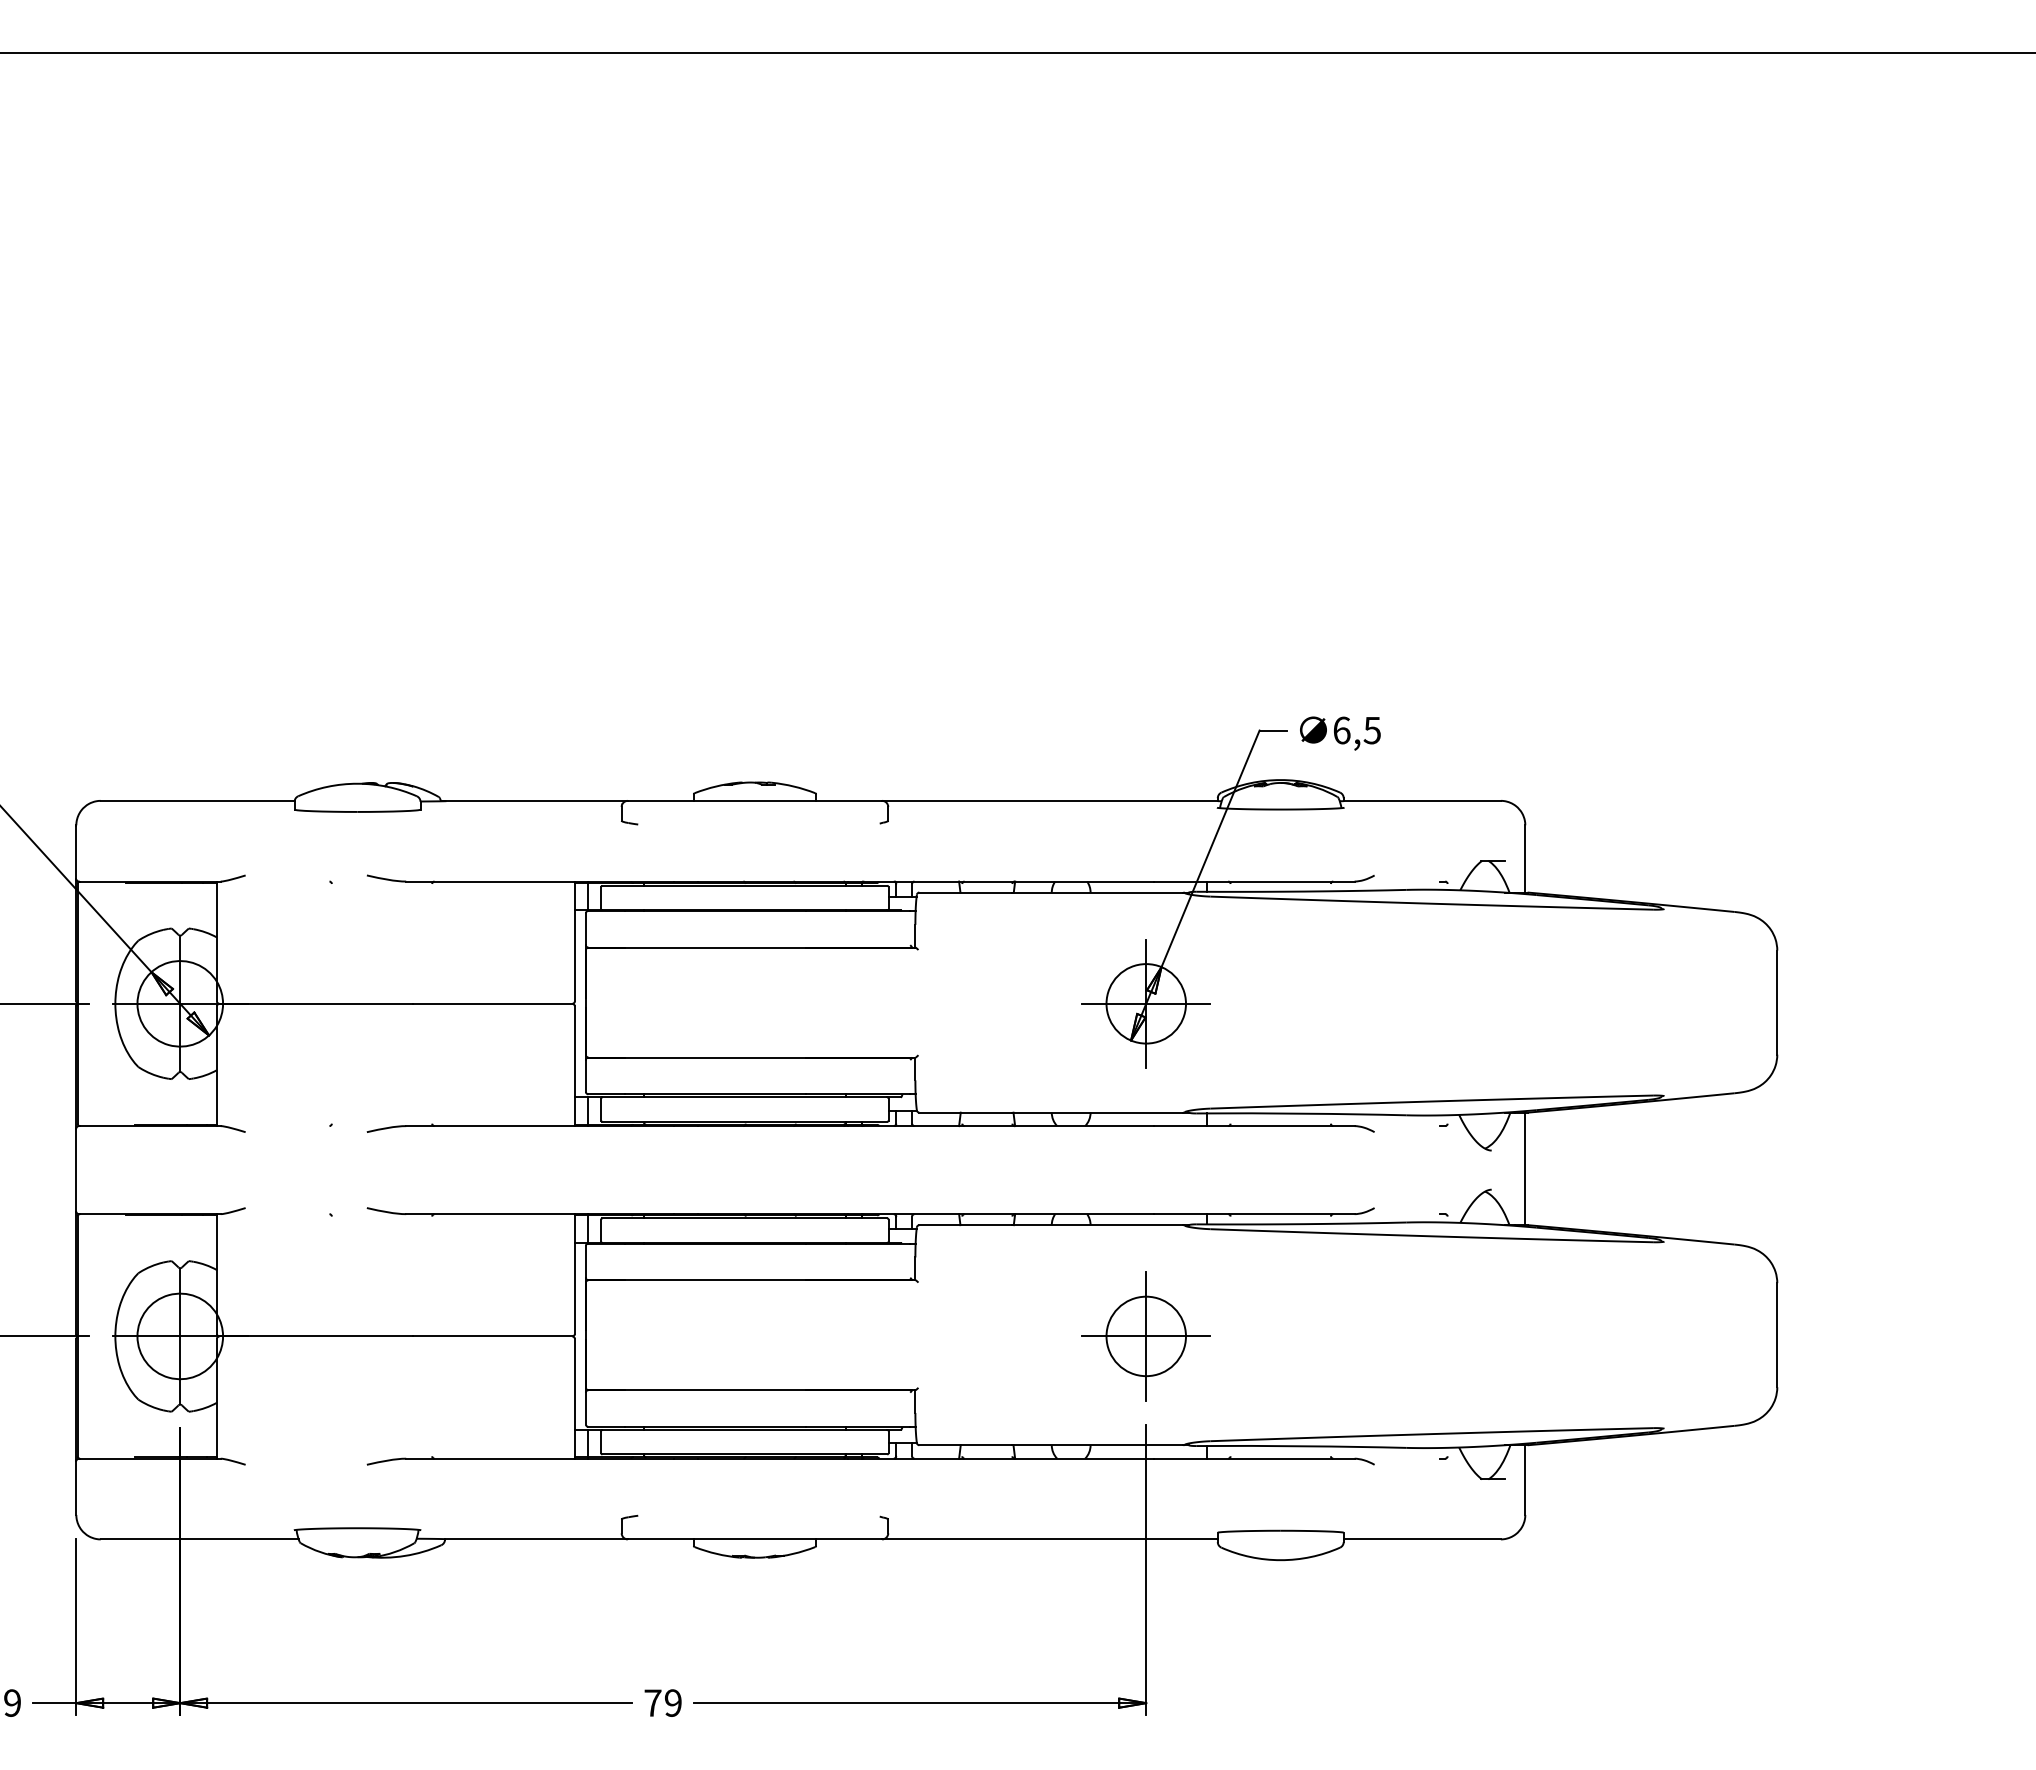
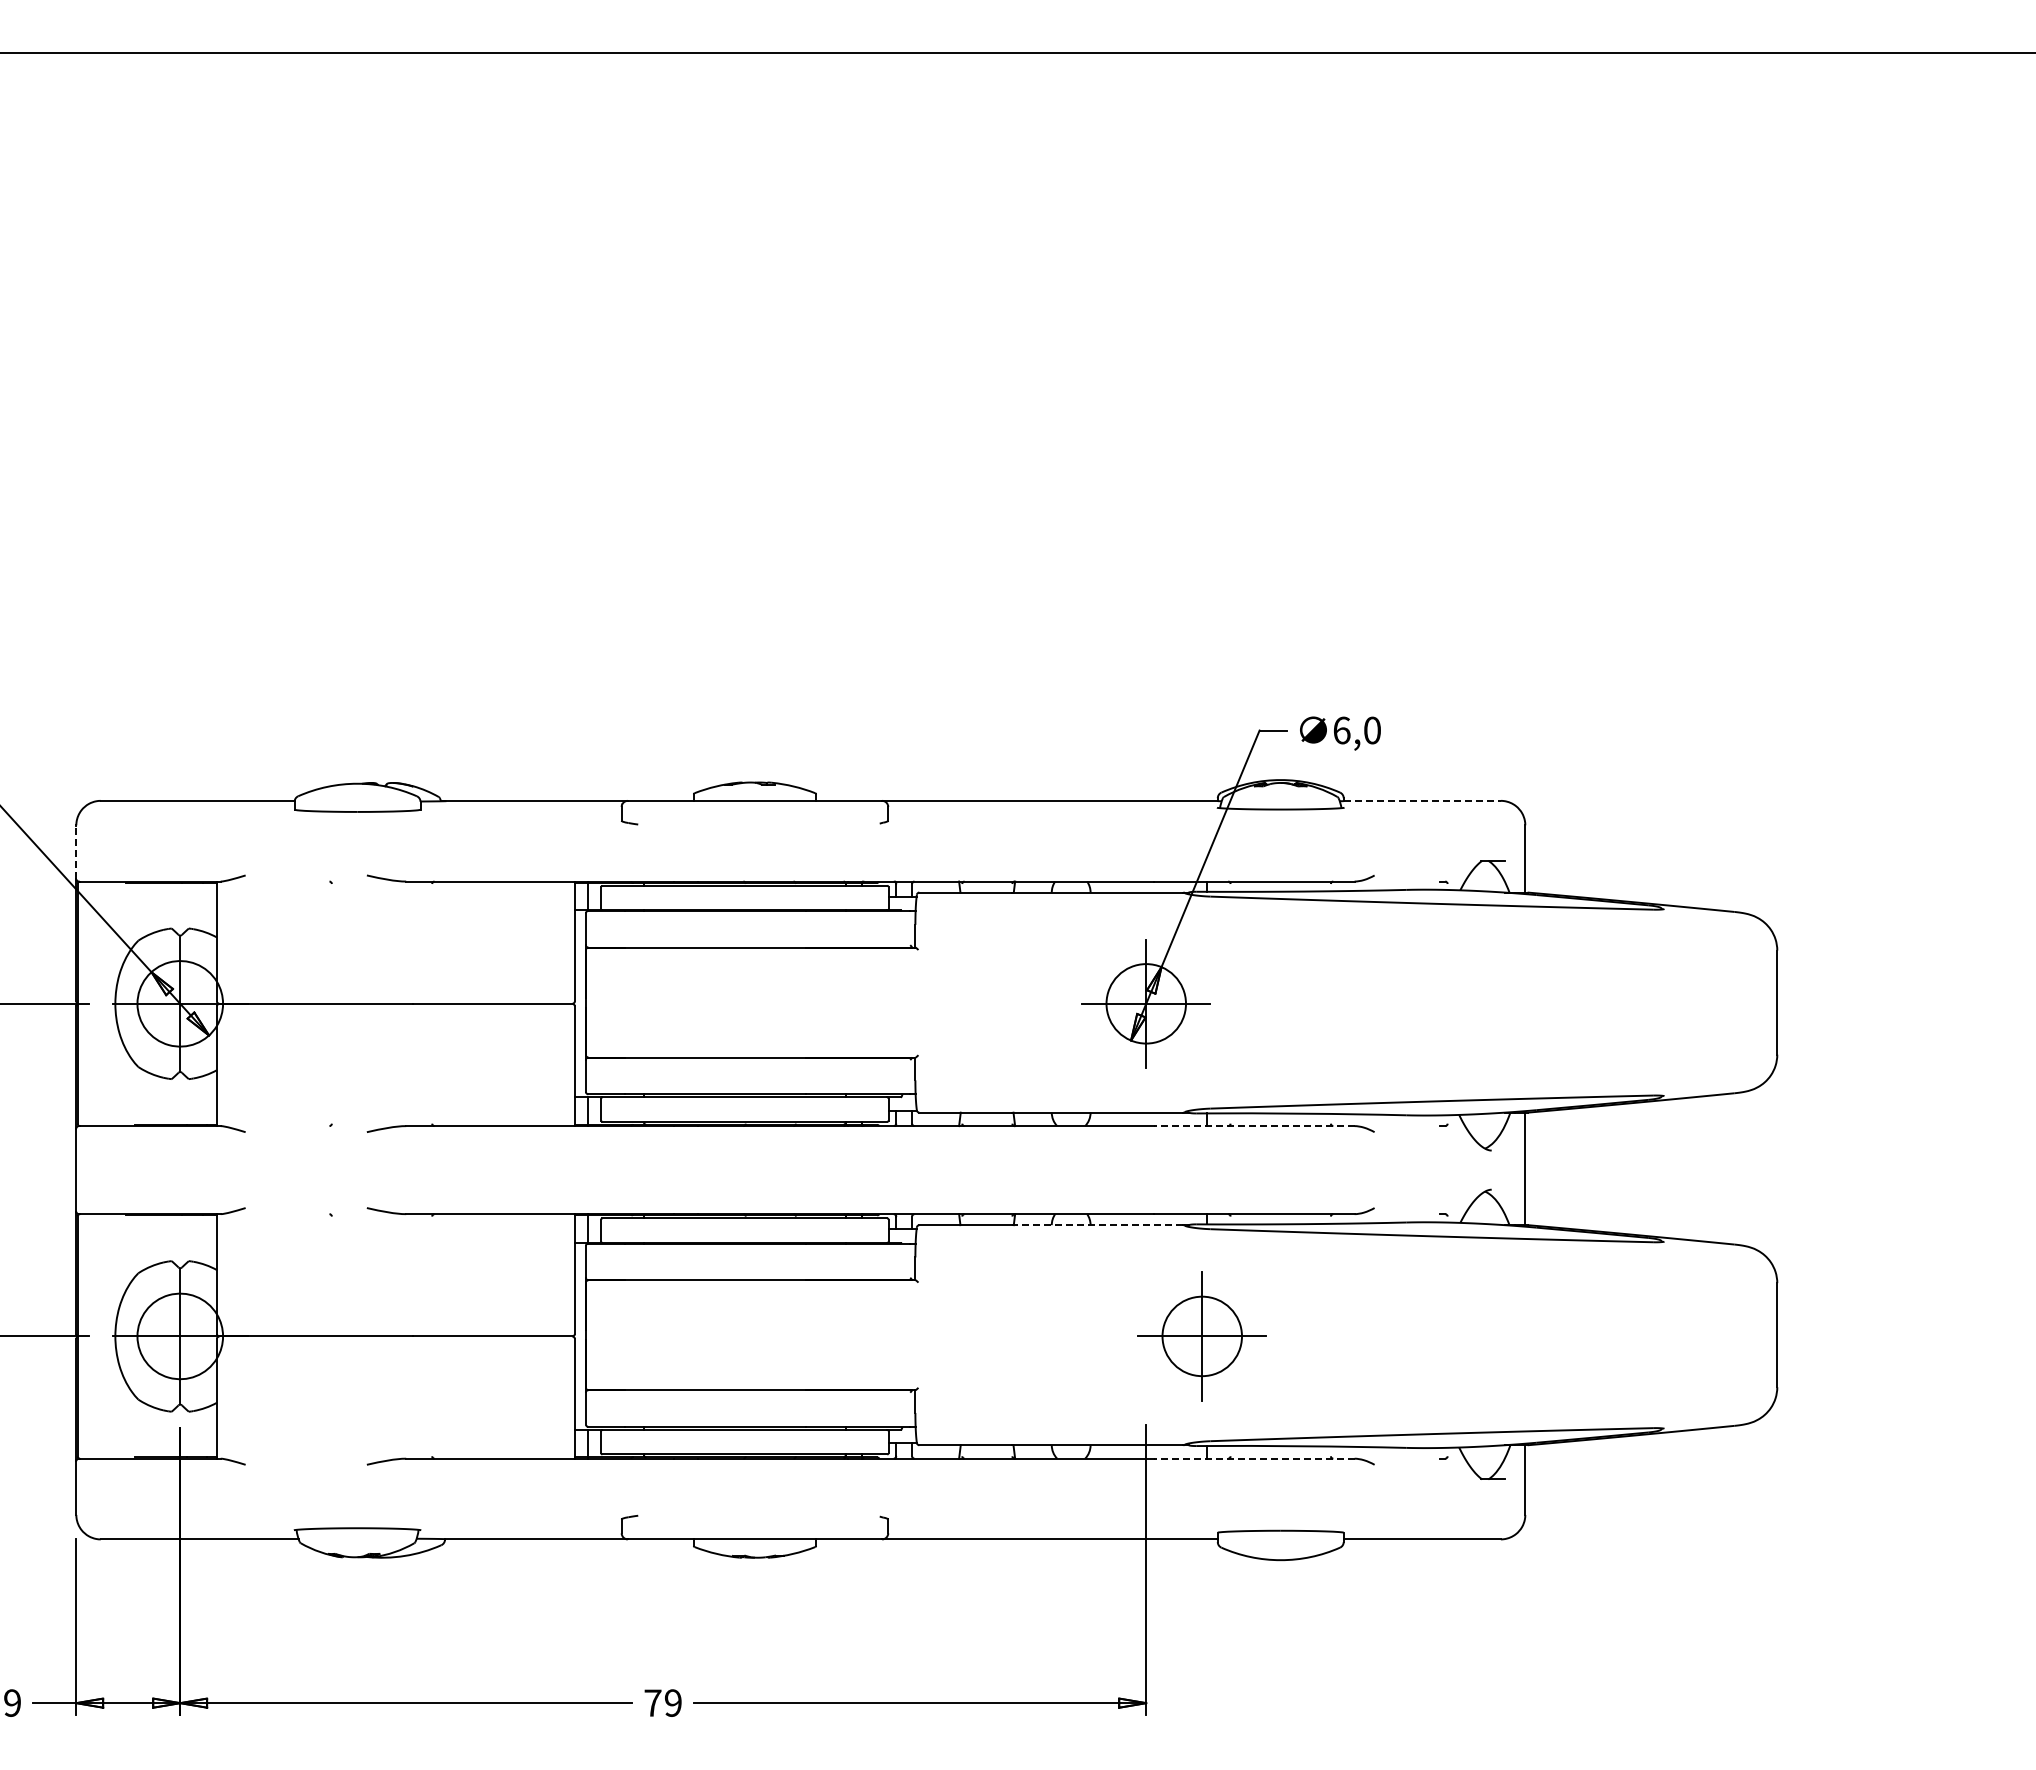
text at (1371, 730): 6,5 -> 6,0
line at (1422, 800): solid -> dashed
line at (76, 852): solid -> dashed
line at (1253, 1126): solid -> dashed
line at (1097, 1225): solid -> dashed
part at (1145, 1336) position: (1145, 1336) -> (1201, 1336)
line at (1253, 1458): solid -> dashed
